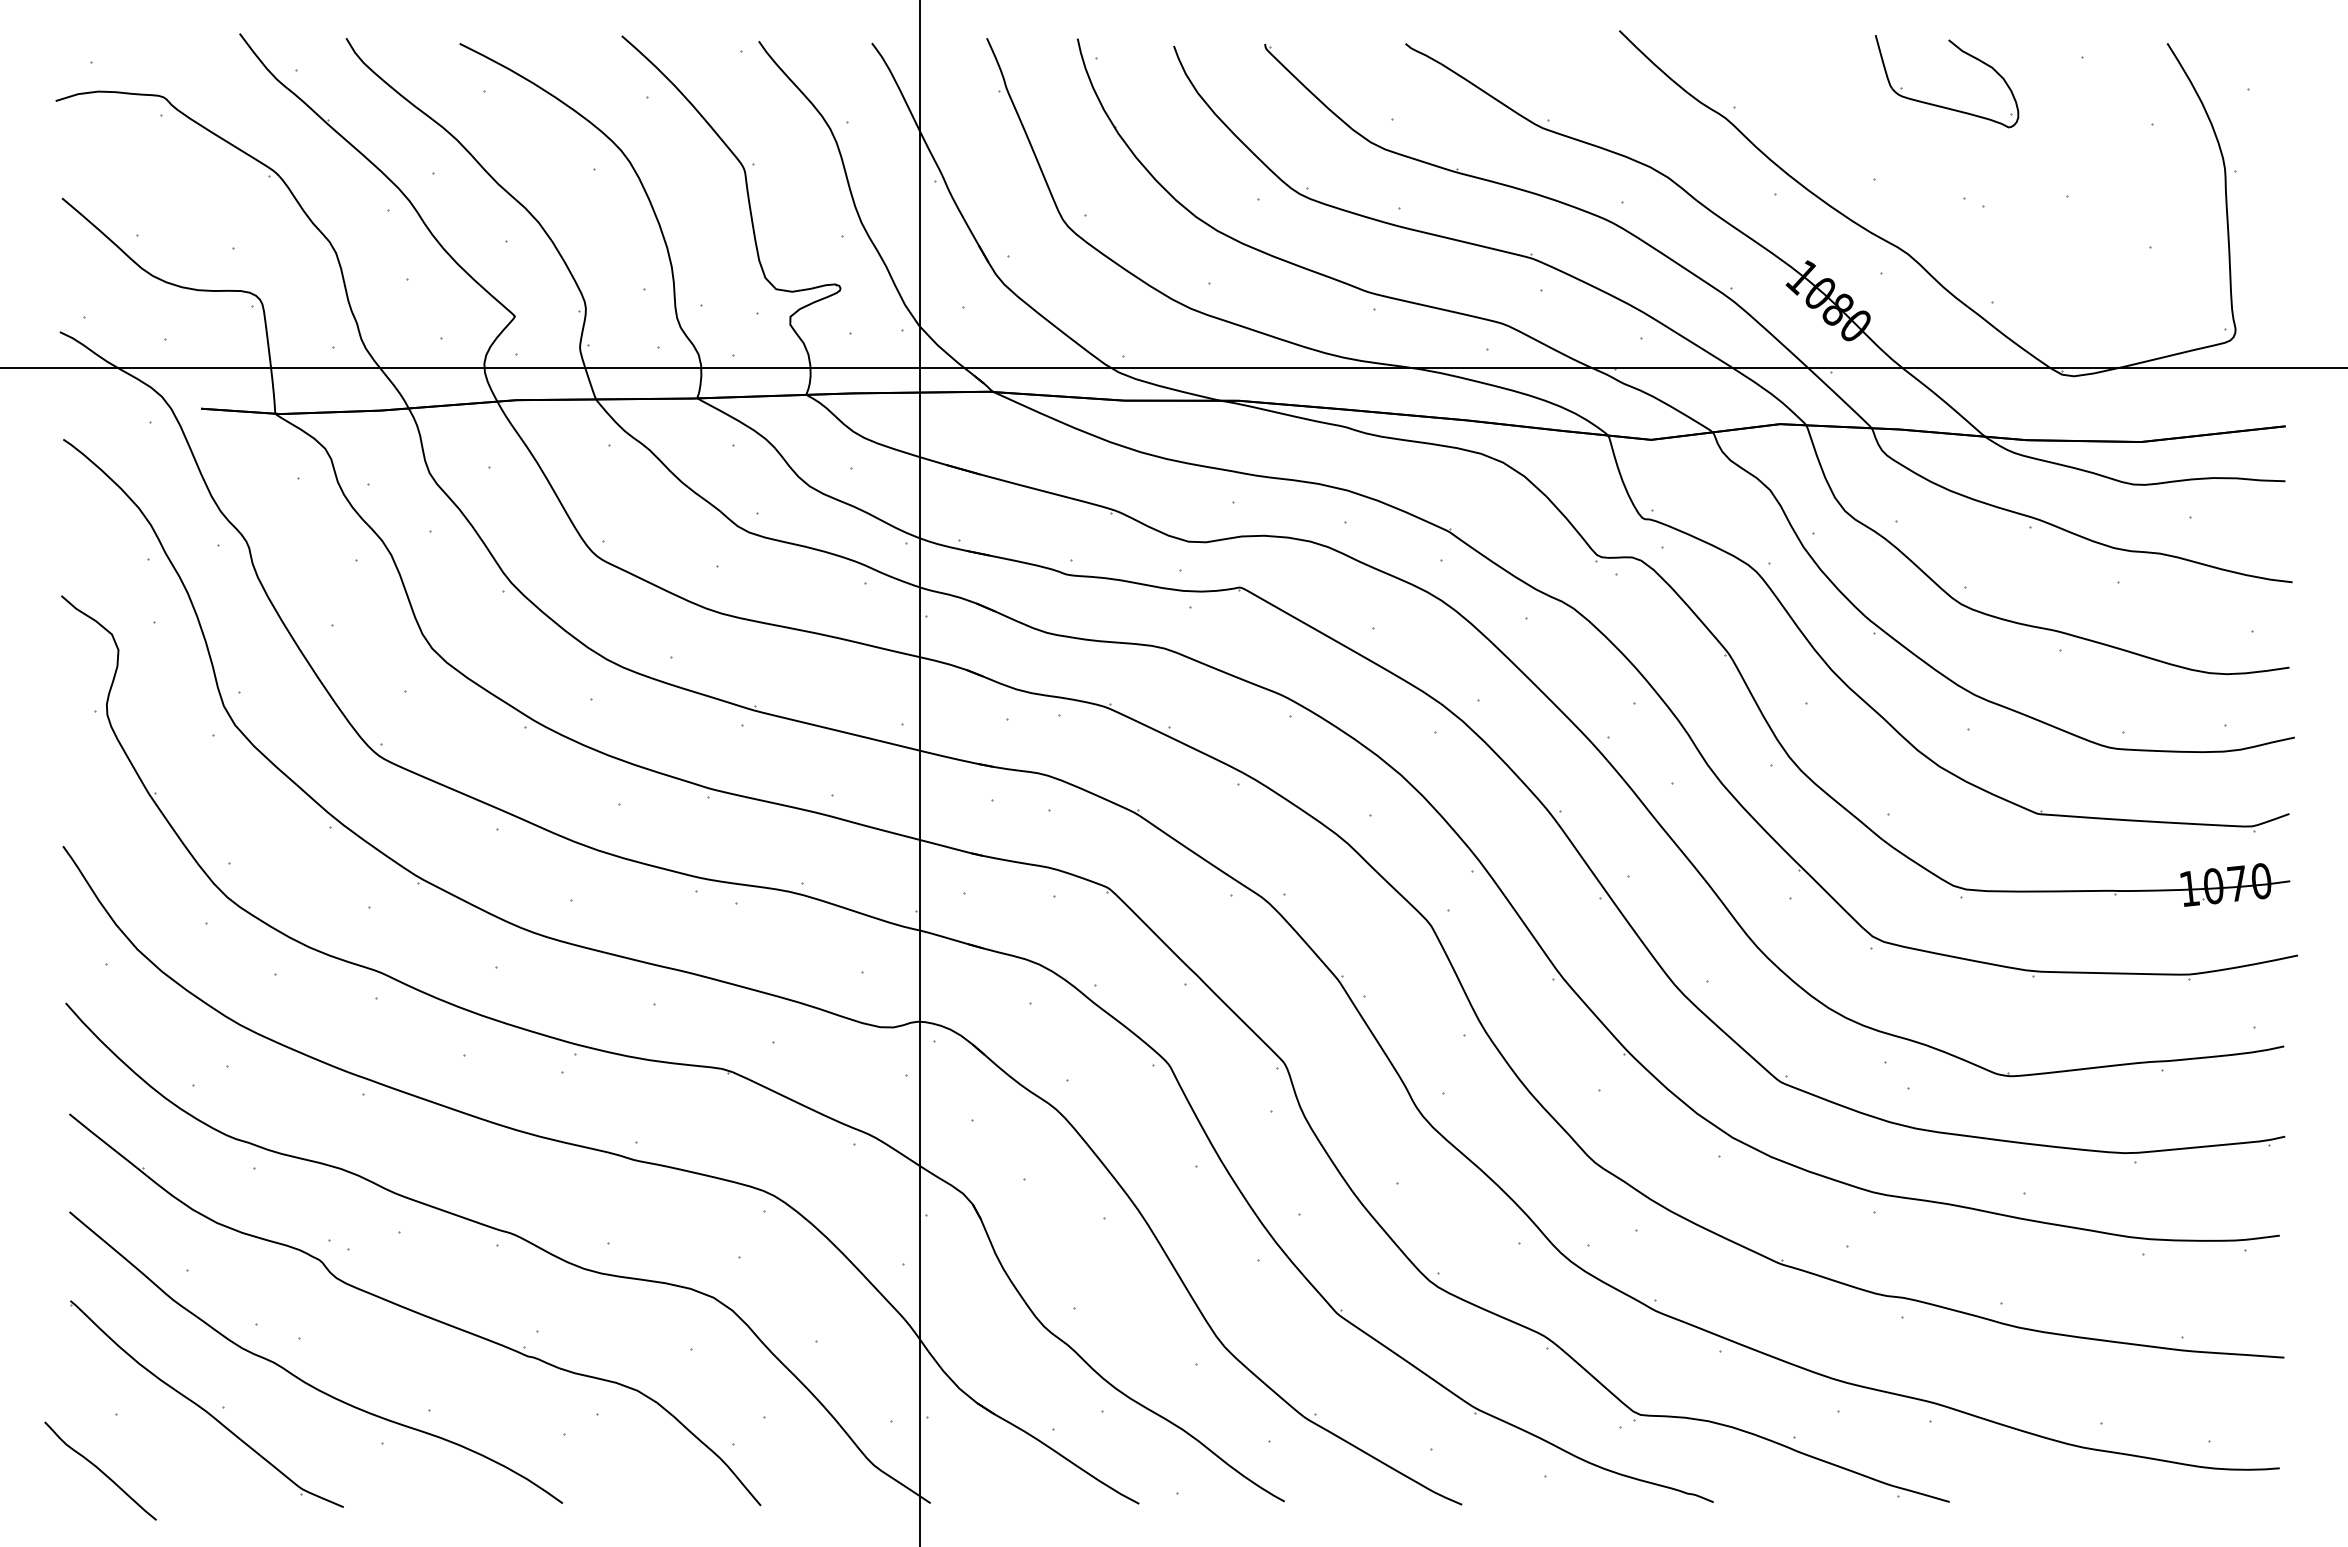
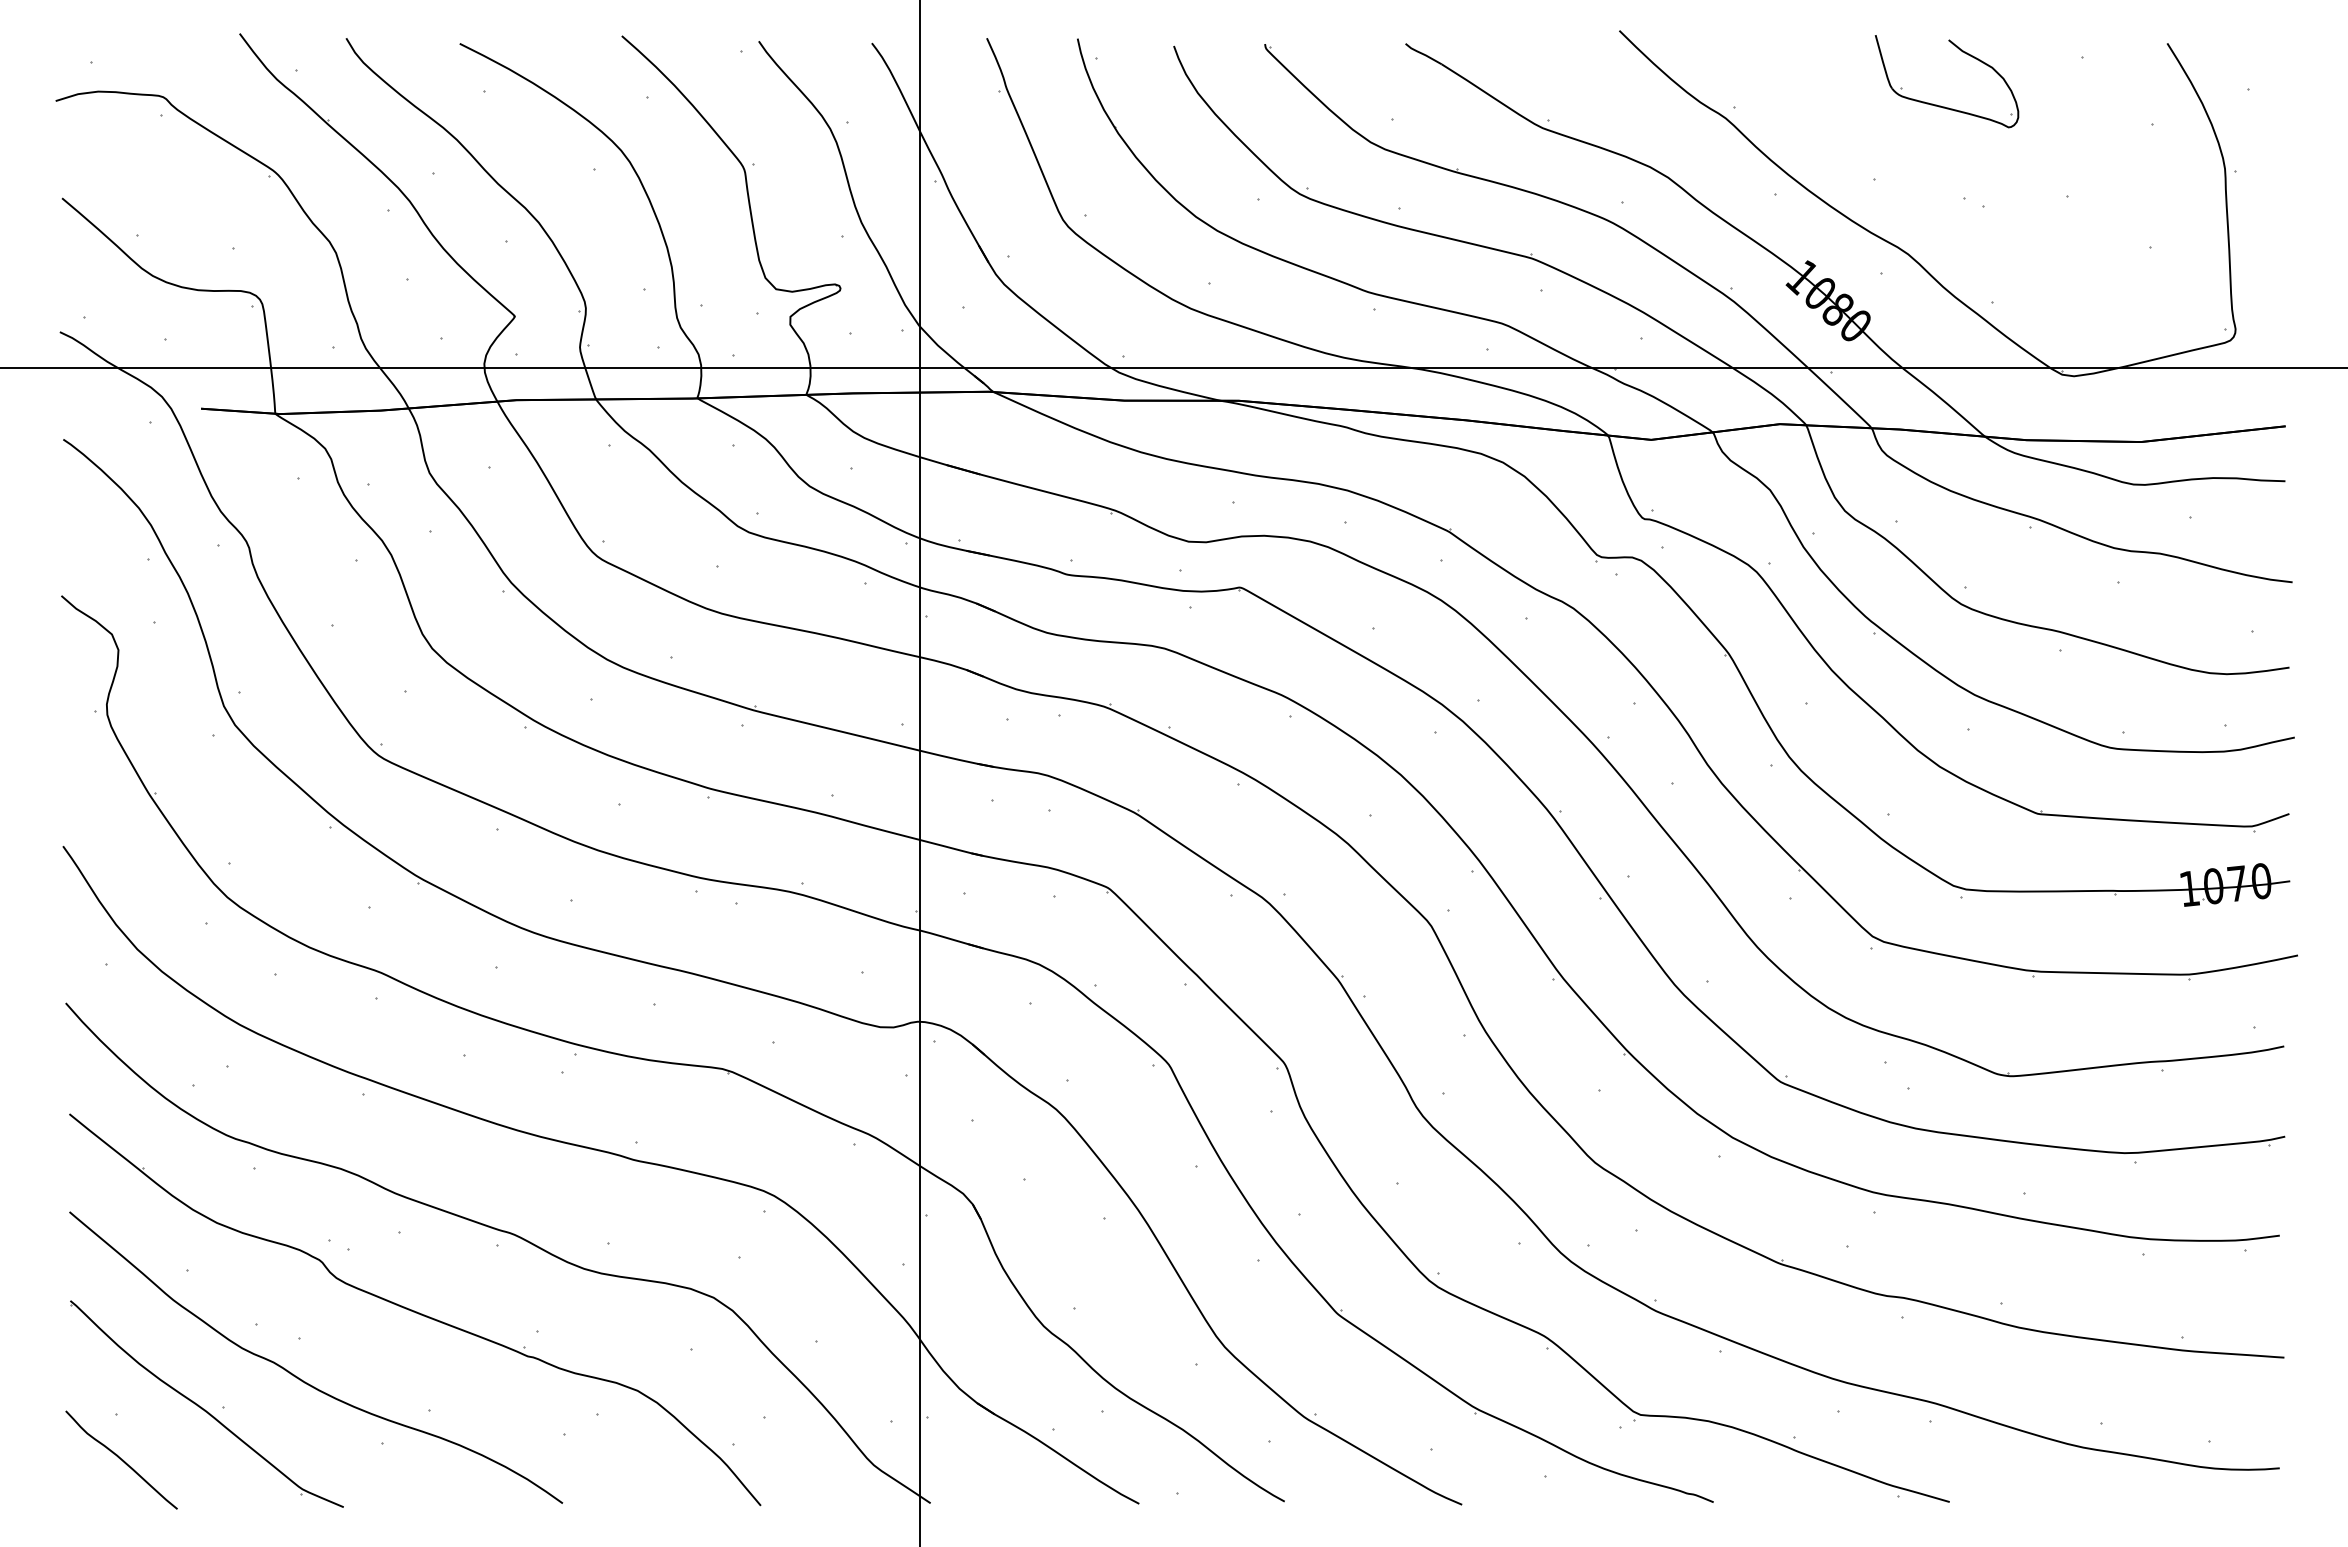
curve at (100, 1470) position: (100, 1470) -> (121, 1459)
